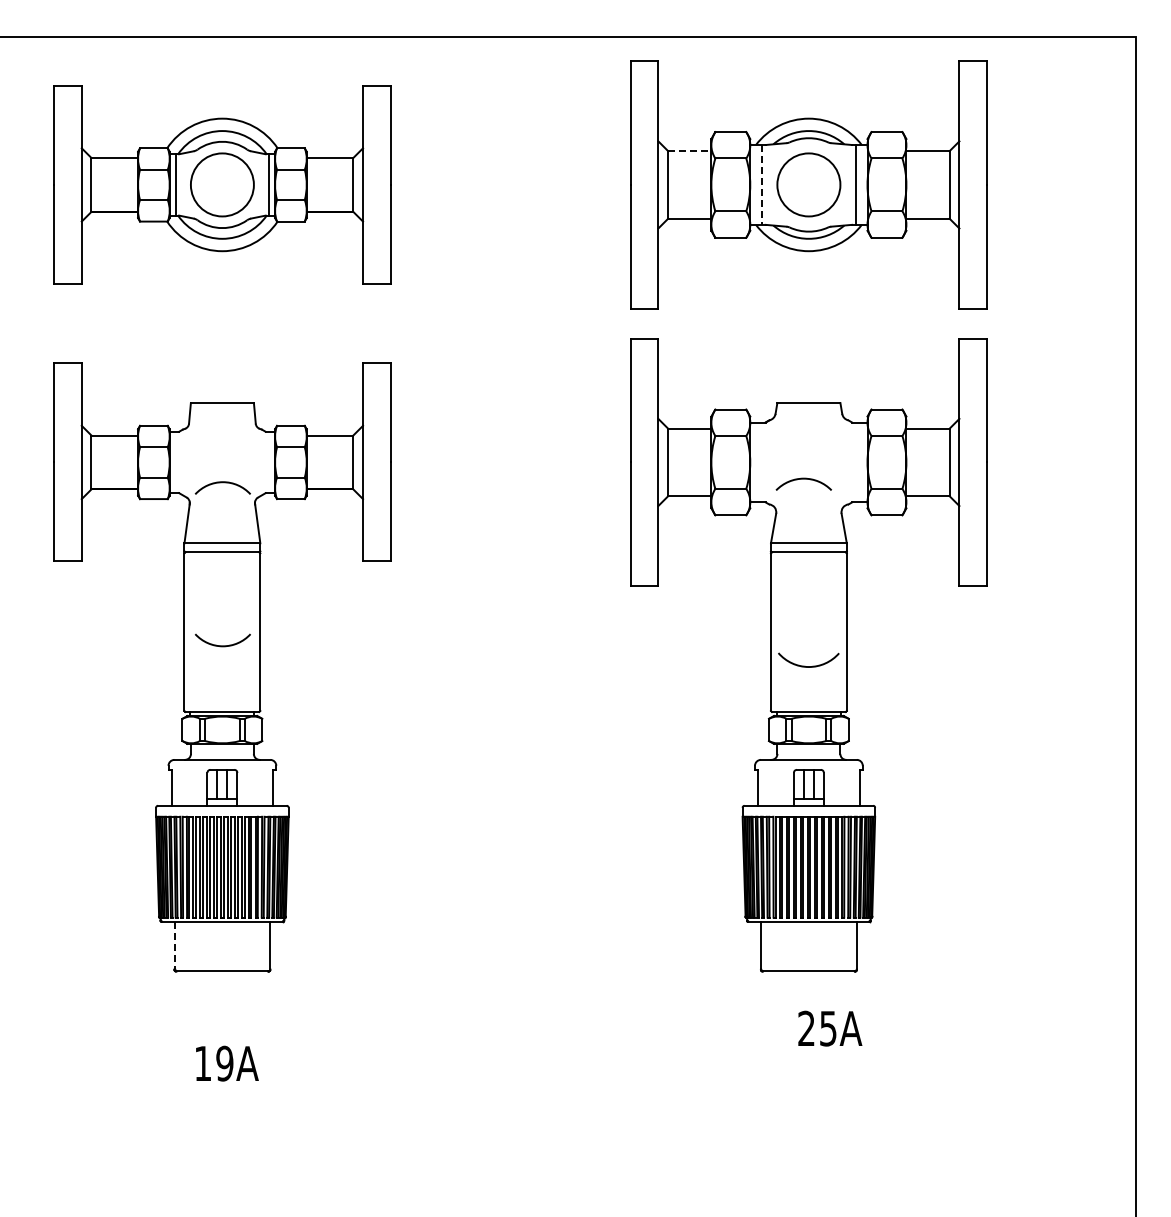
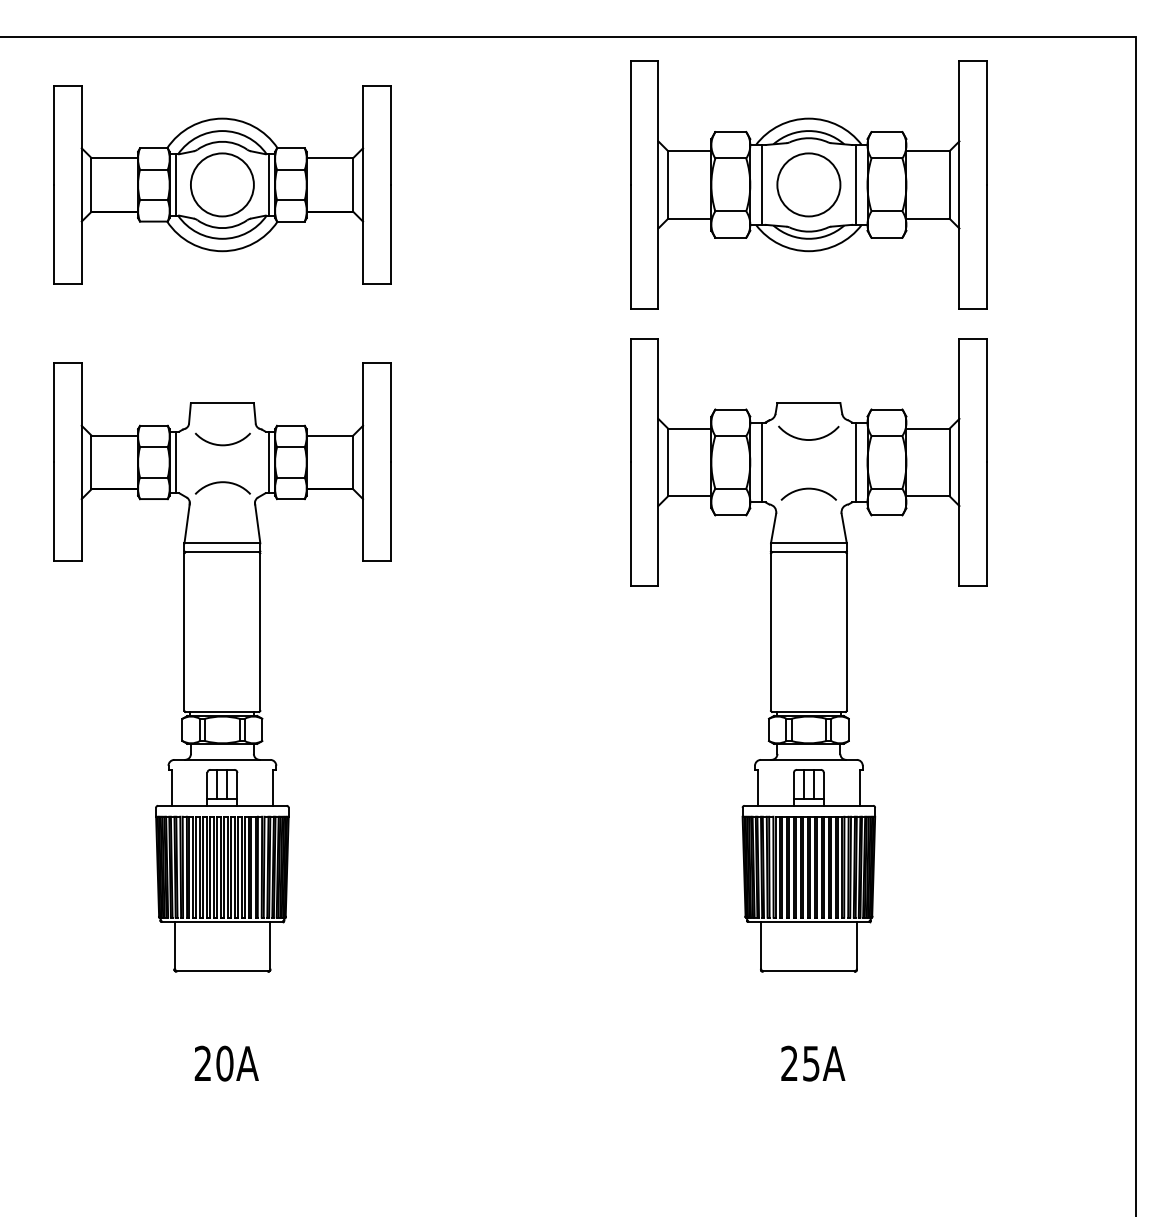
line at (689, 151): dashed -> solid
line at (762, 184): dashed -> solid
line at (175, 462): none -> present
line at (269, 462): none -> present
line at (762, 462): none -> present
line at (855, 462): none -> present
arc at (803, 479) position: (803, 479) -> (808, 489)
arc at (222, 645) position: (222, 645) -> (222, 444)
arc at (808, 666) position: (808, 666) -> (808, 439)
line at (174, 945): dashed -> solid
text at (830, 1028) position: (830, 1028) -> (813, 1063)
text at (213, 1063): 19A -> 20A
